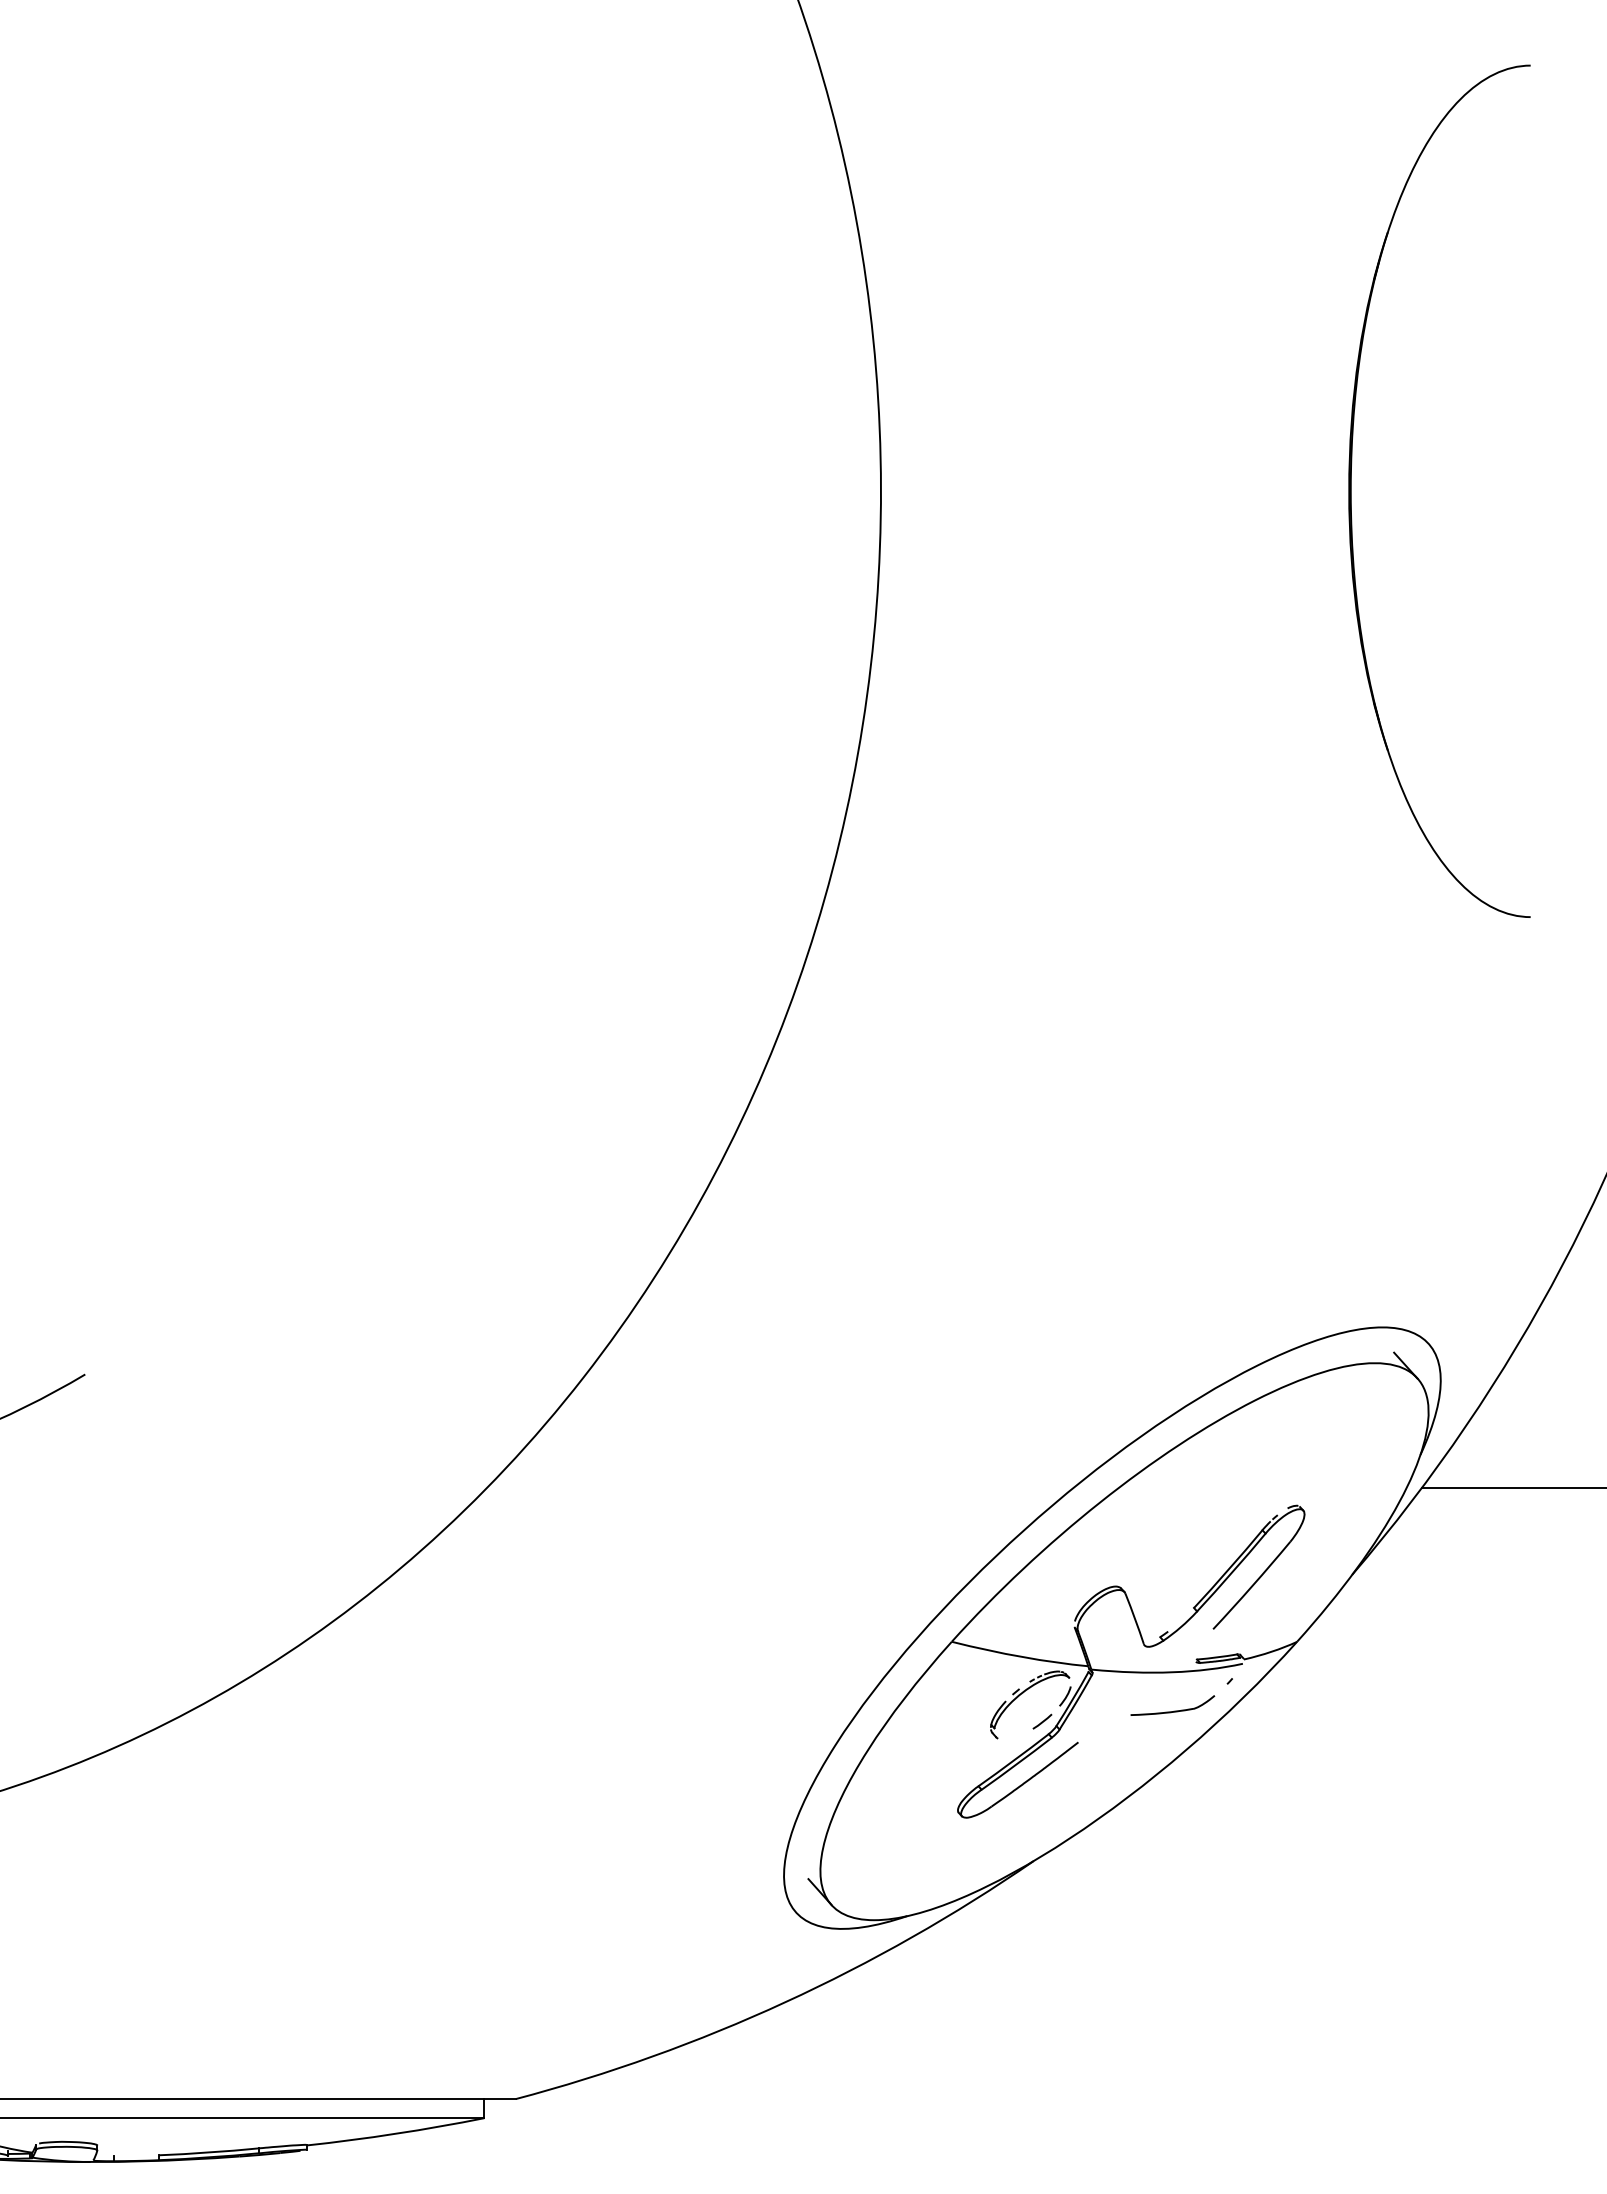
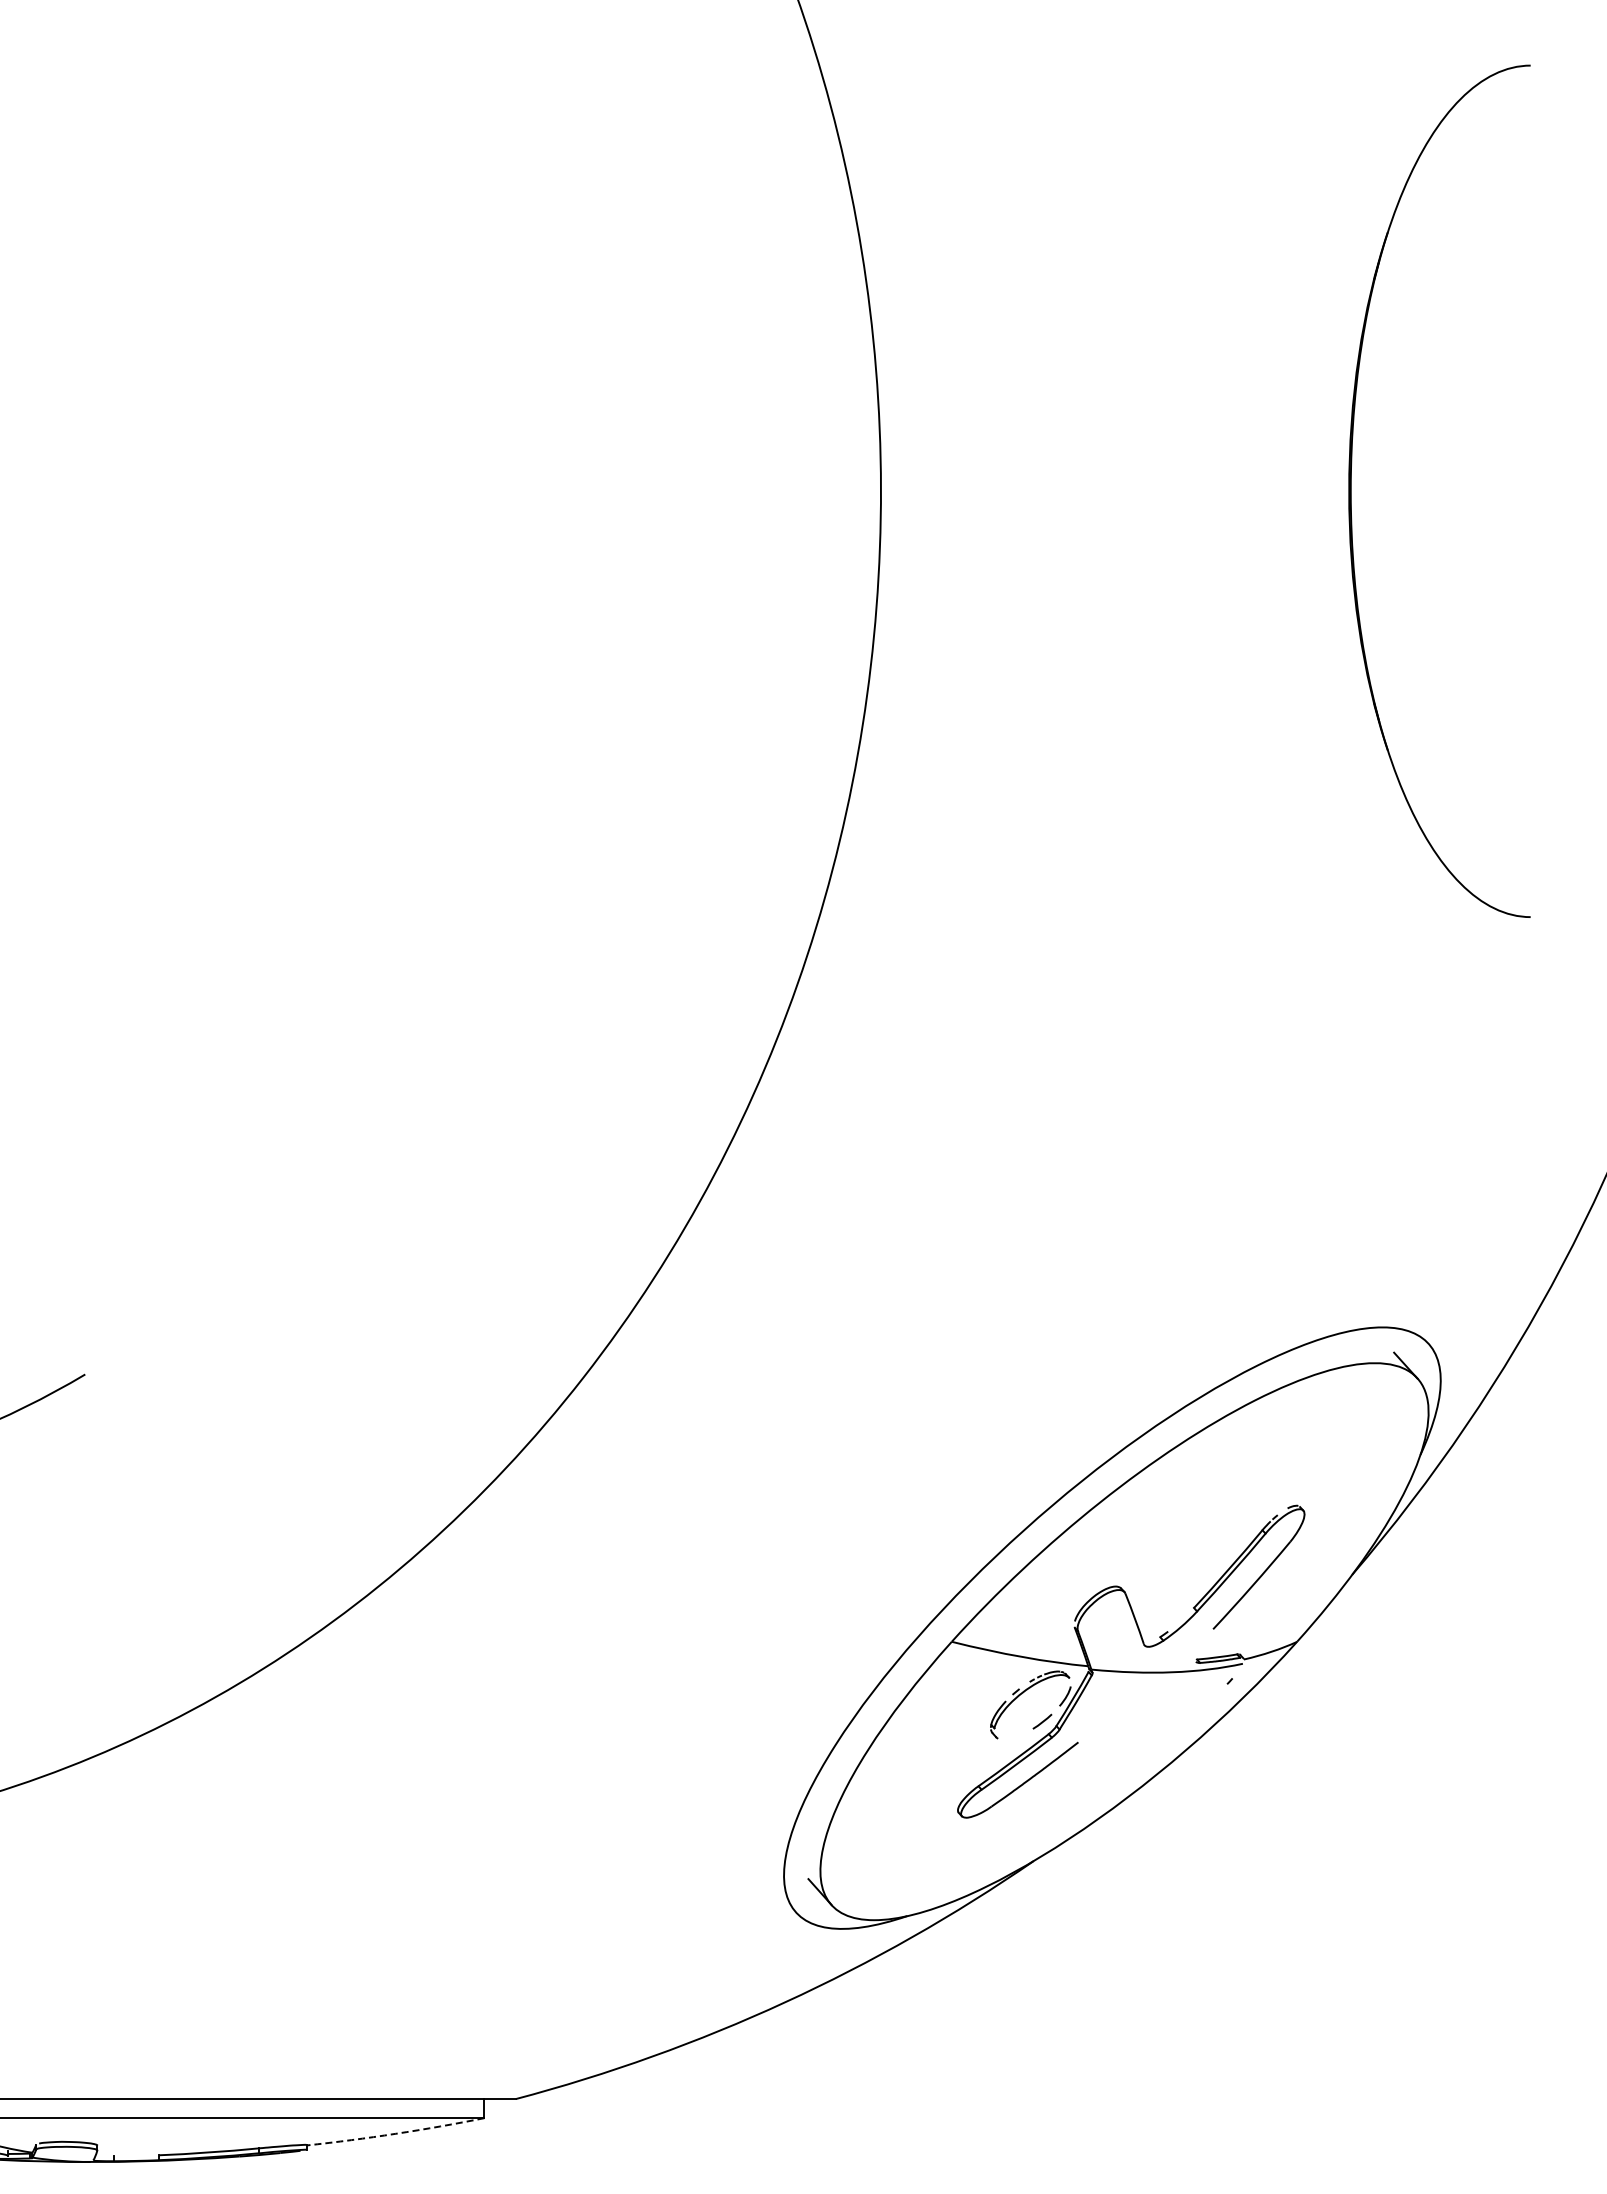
line at (1512, 1488): present -> none
part at (1172, 1705): present -> none
arc at (395, 2133): solid -> dashed
